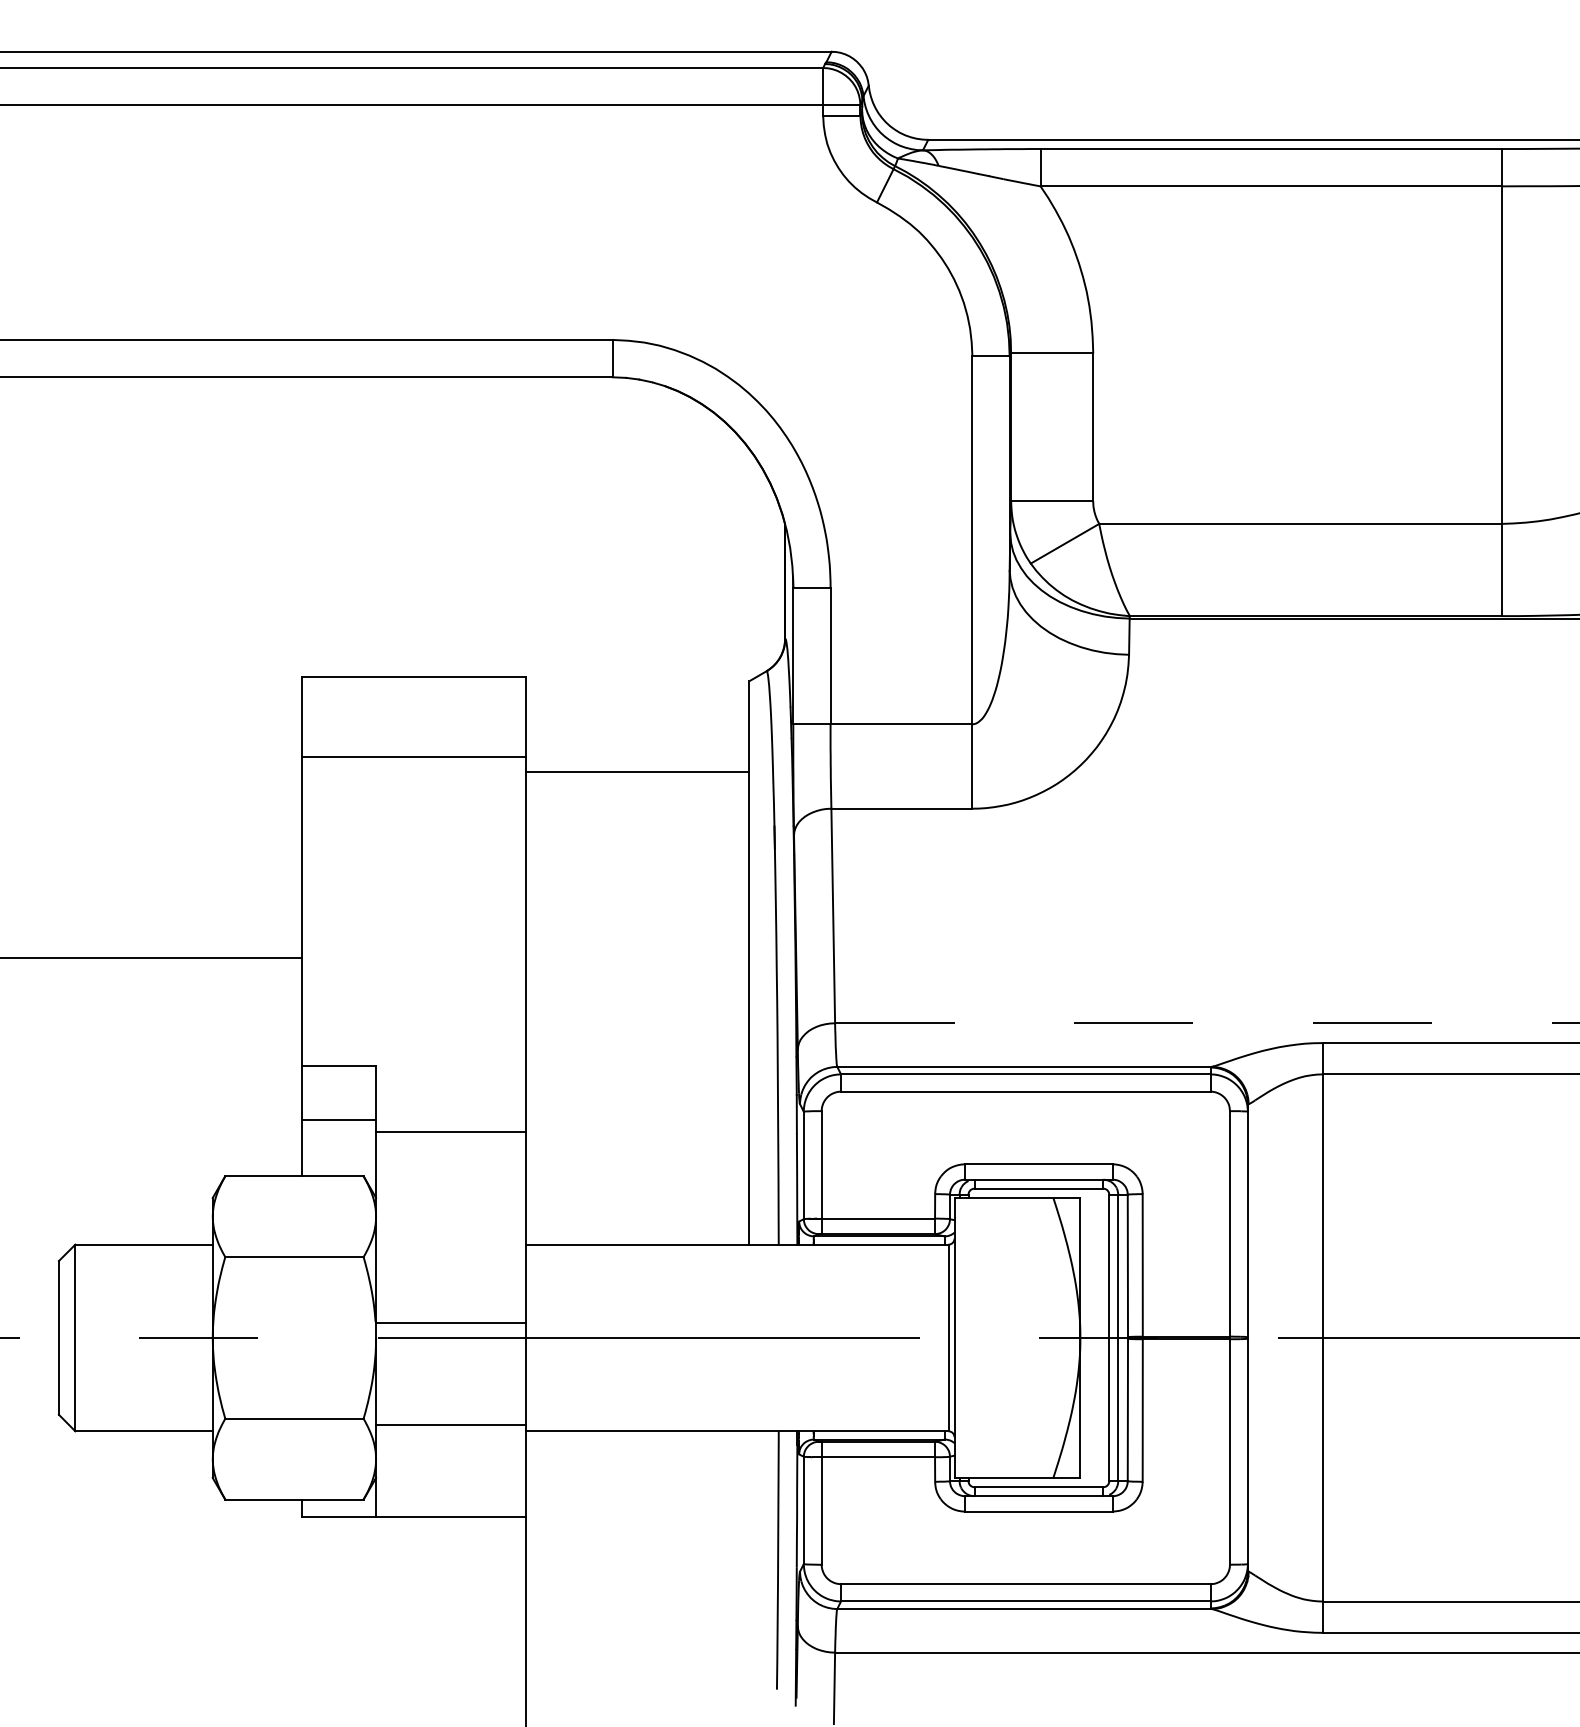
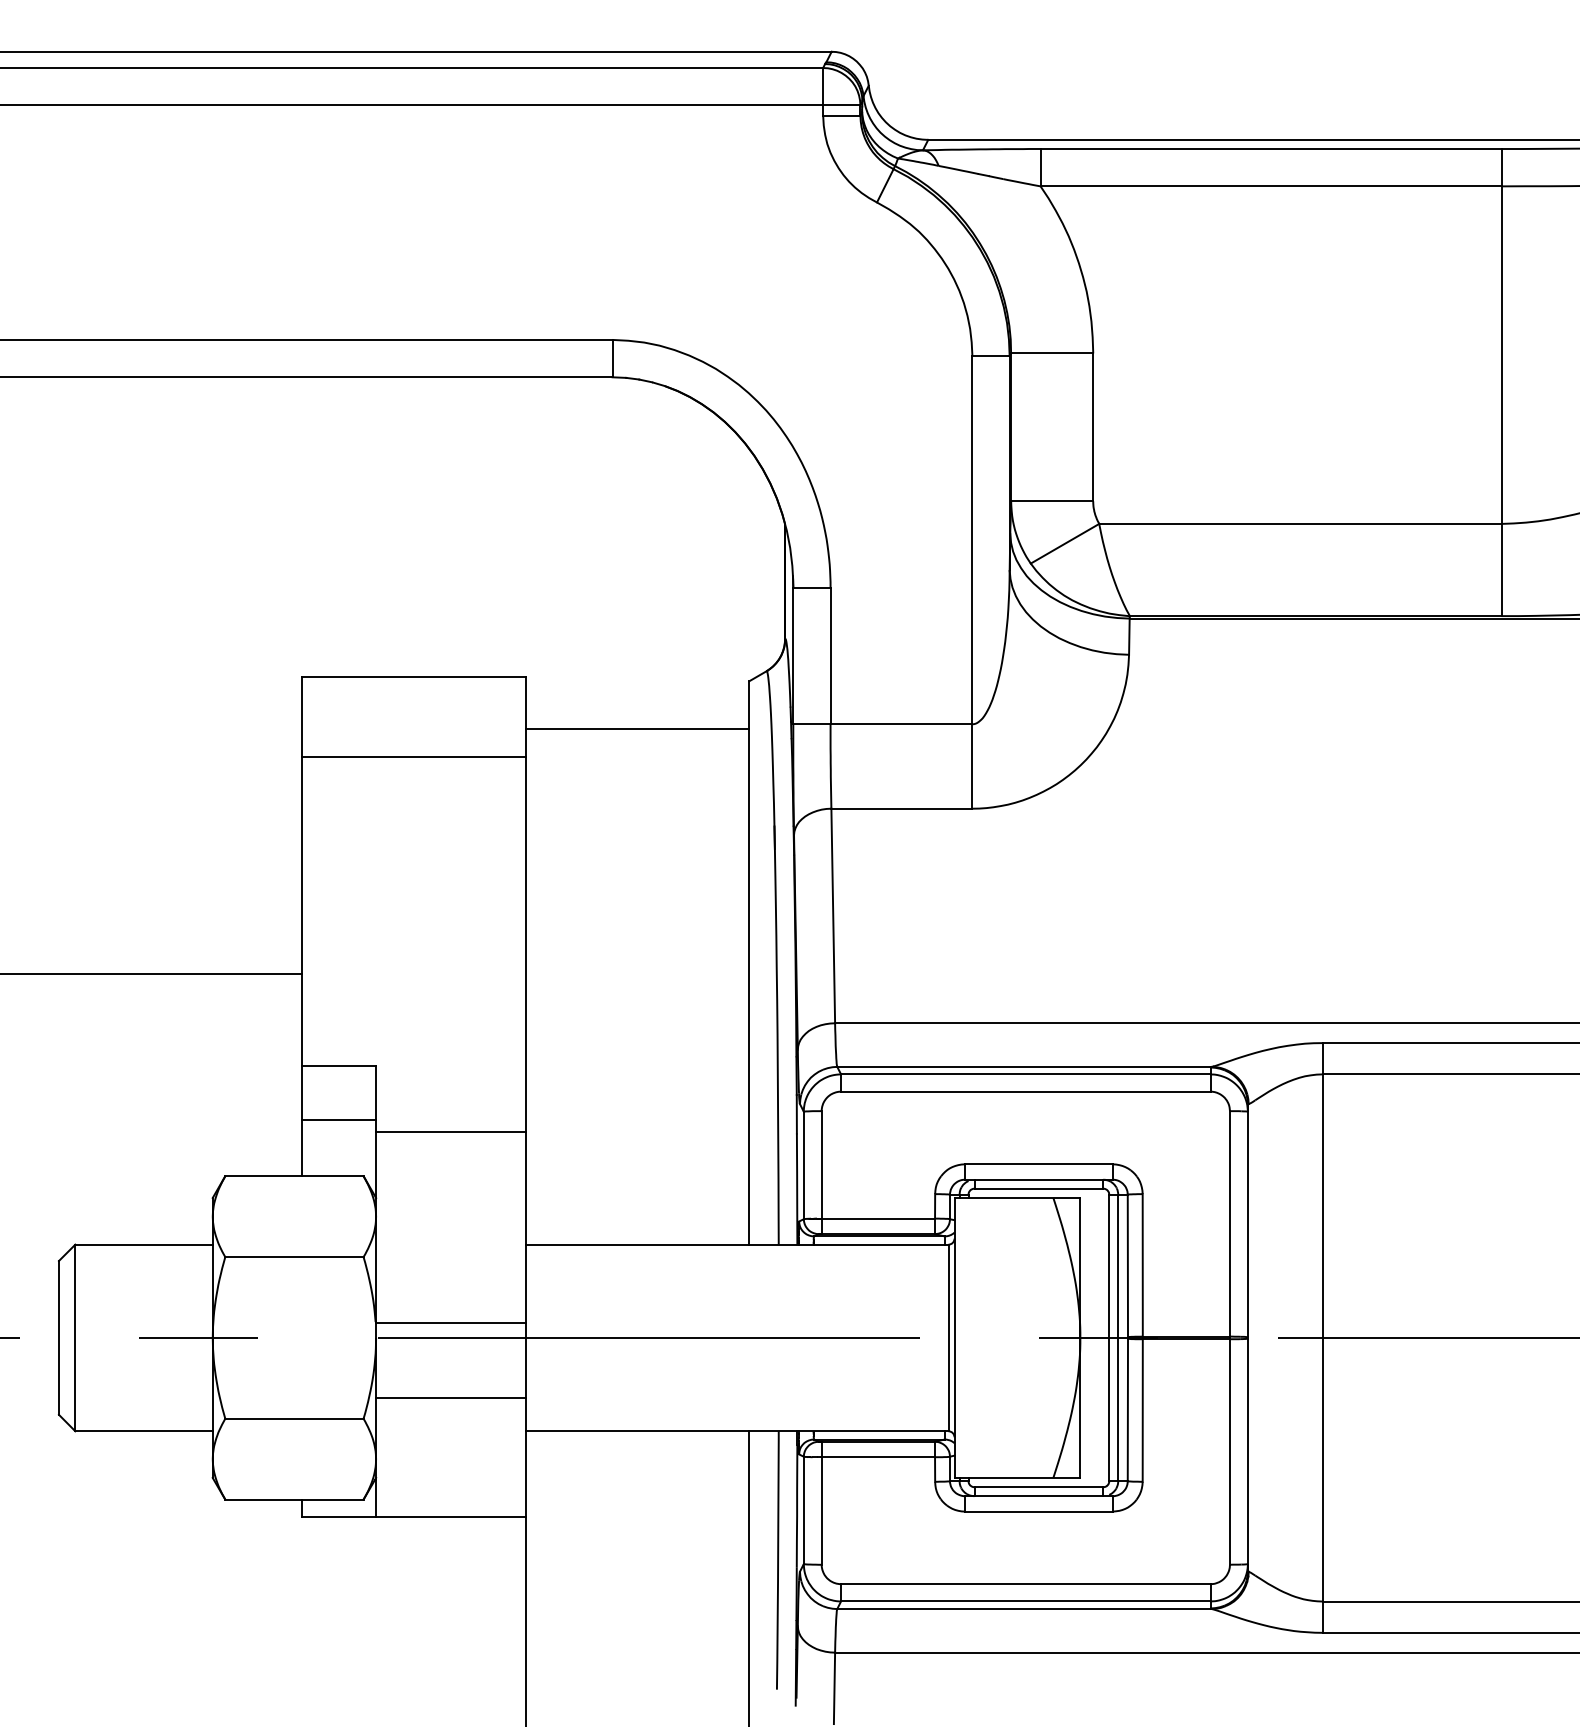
line at (637, 771) position: (637, 771) -> (637, 728)
line at (151, 958) position: (151, 958) -> (151, 974)
line at (1207, 1023): dashed -> solid
line at (450, 1424) position: (450, 1424) -> (450, 1397)
line at (749, 1577): none -> present
